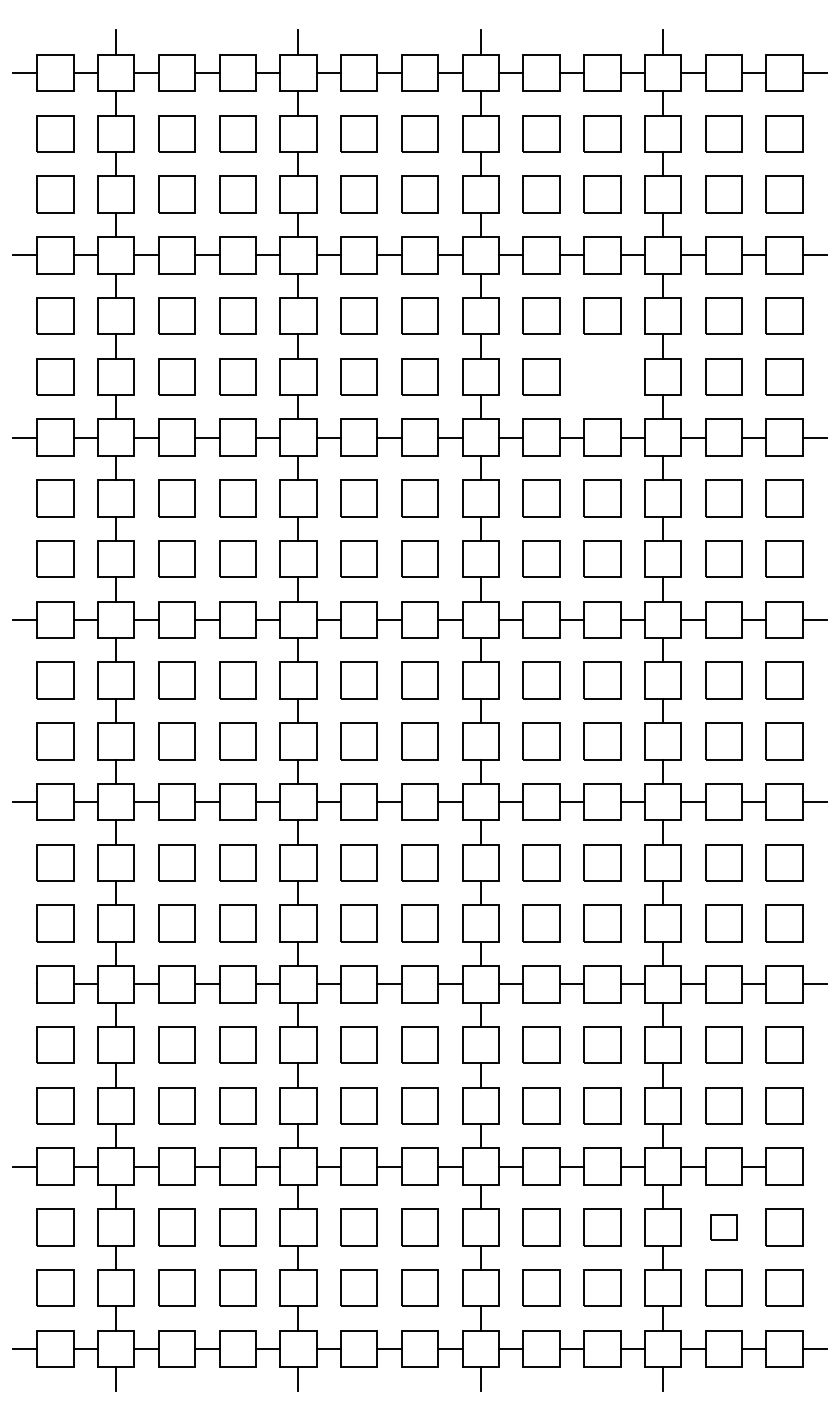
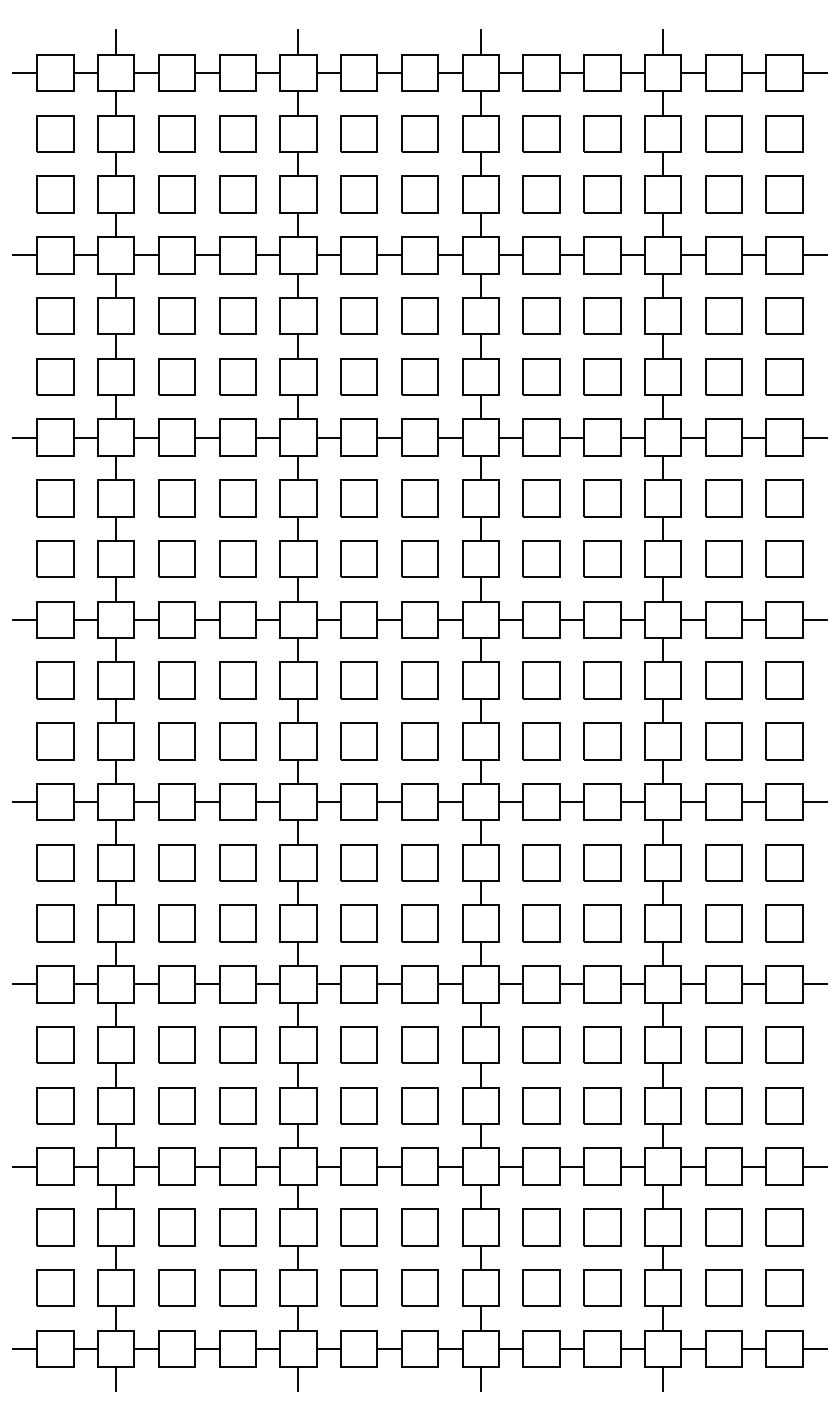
part at (602, 376): none -> present
line at (24, 984): none -> present
line at (814, 1166): none -> present
part at (723, 1227) size: 28x27 px -> 38x39 px
